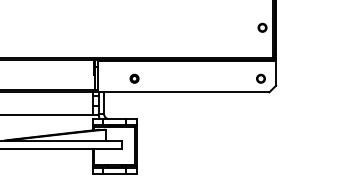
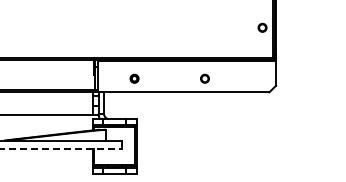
part at (260, 78) position: (260, 78) -> (204, 78)
line at (61, 149): solid -> dashed
